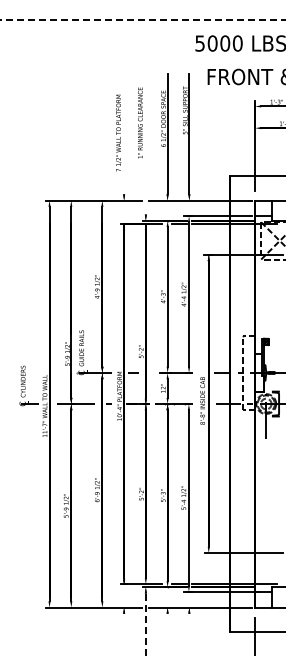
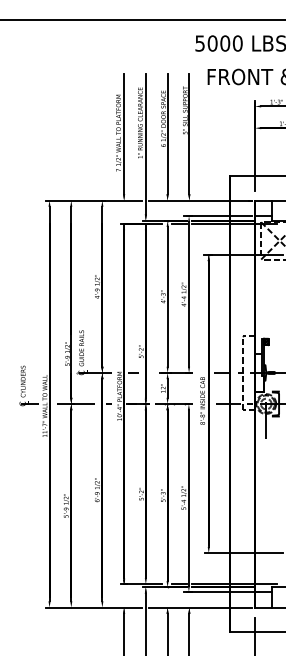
line at (142, 19): dashed -> solid
line at (124, 133): none -> present
line at (145, 143): none -> present
line at (145, 624): dashed -> solid
line at (124, 632): none -> present
line at (167, 632): none -> present
line at (189, 632): none -> present
